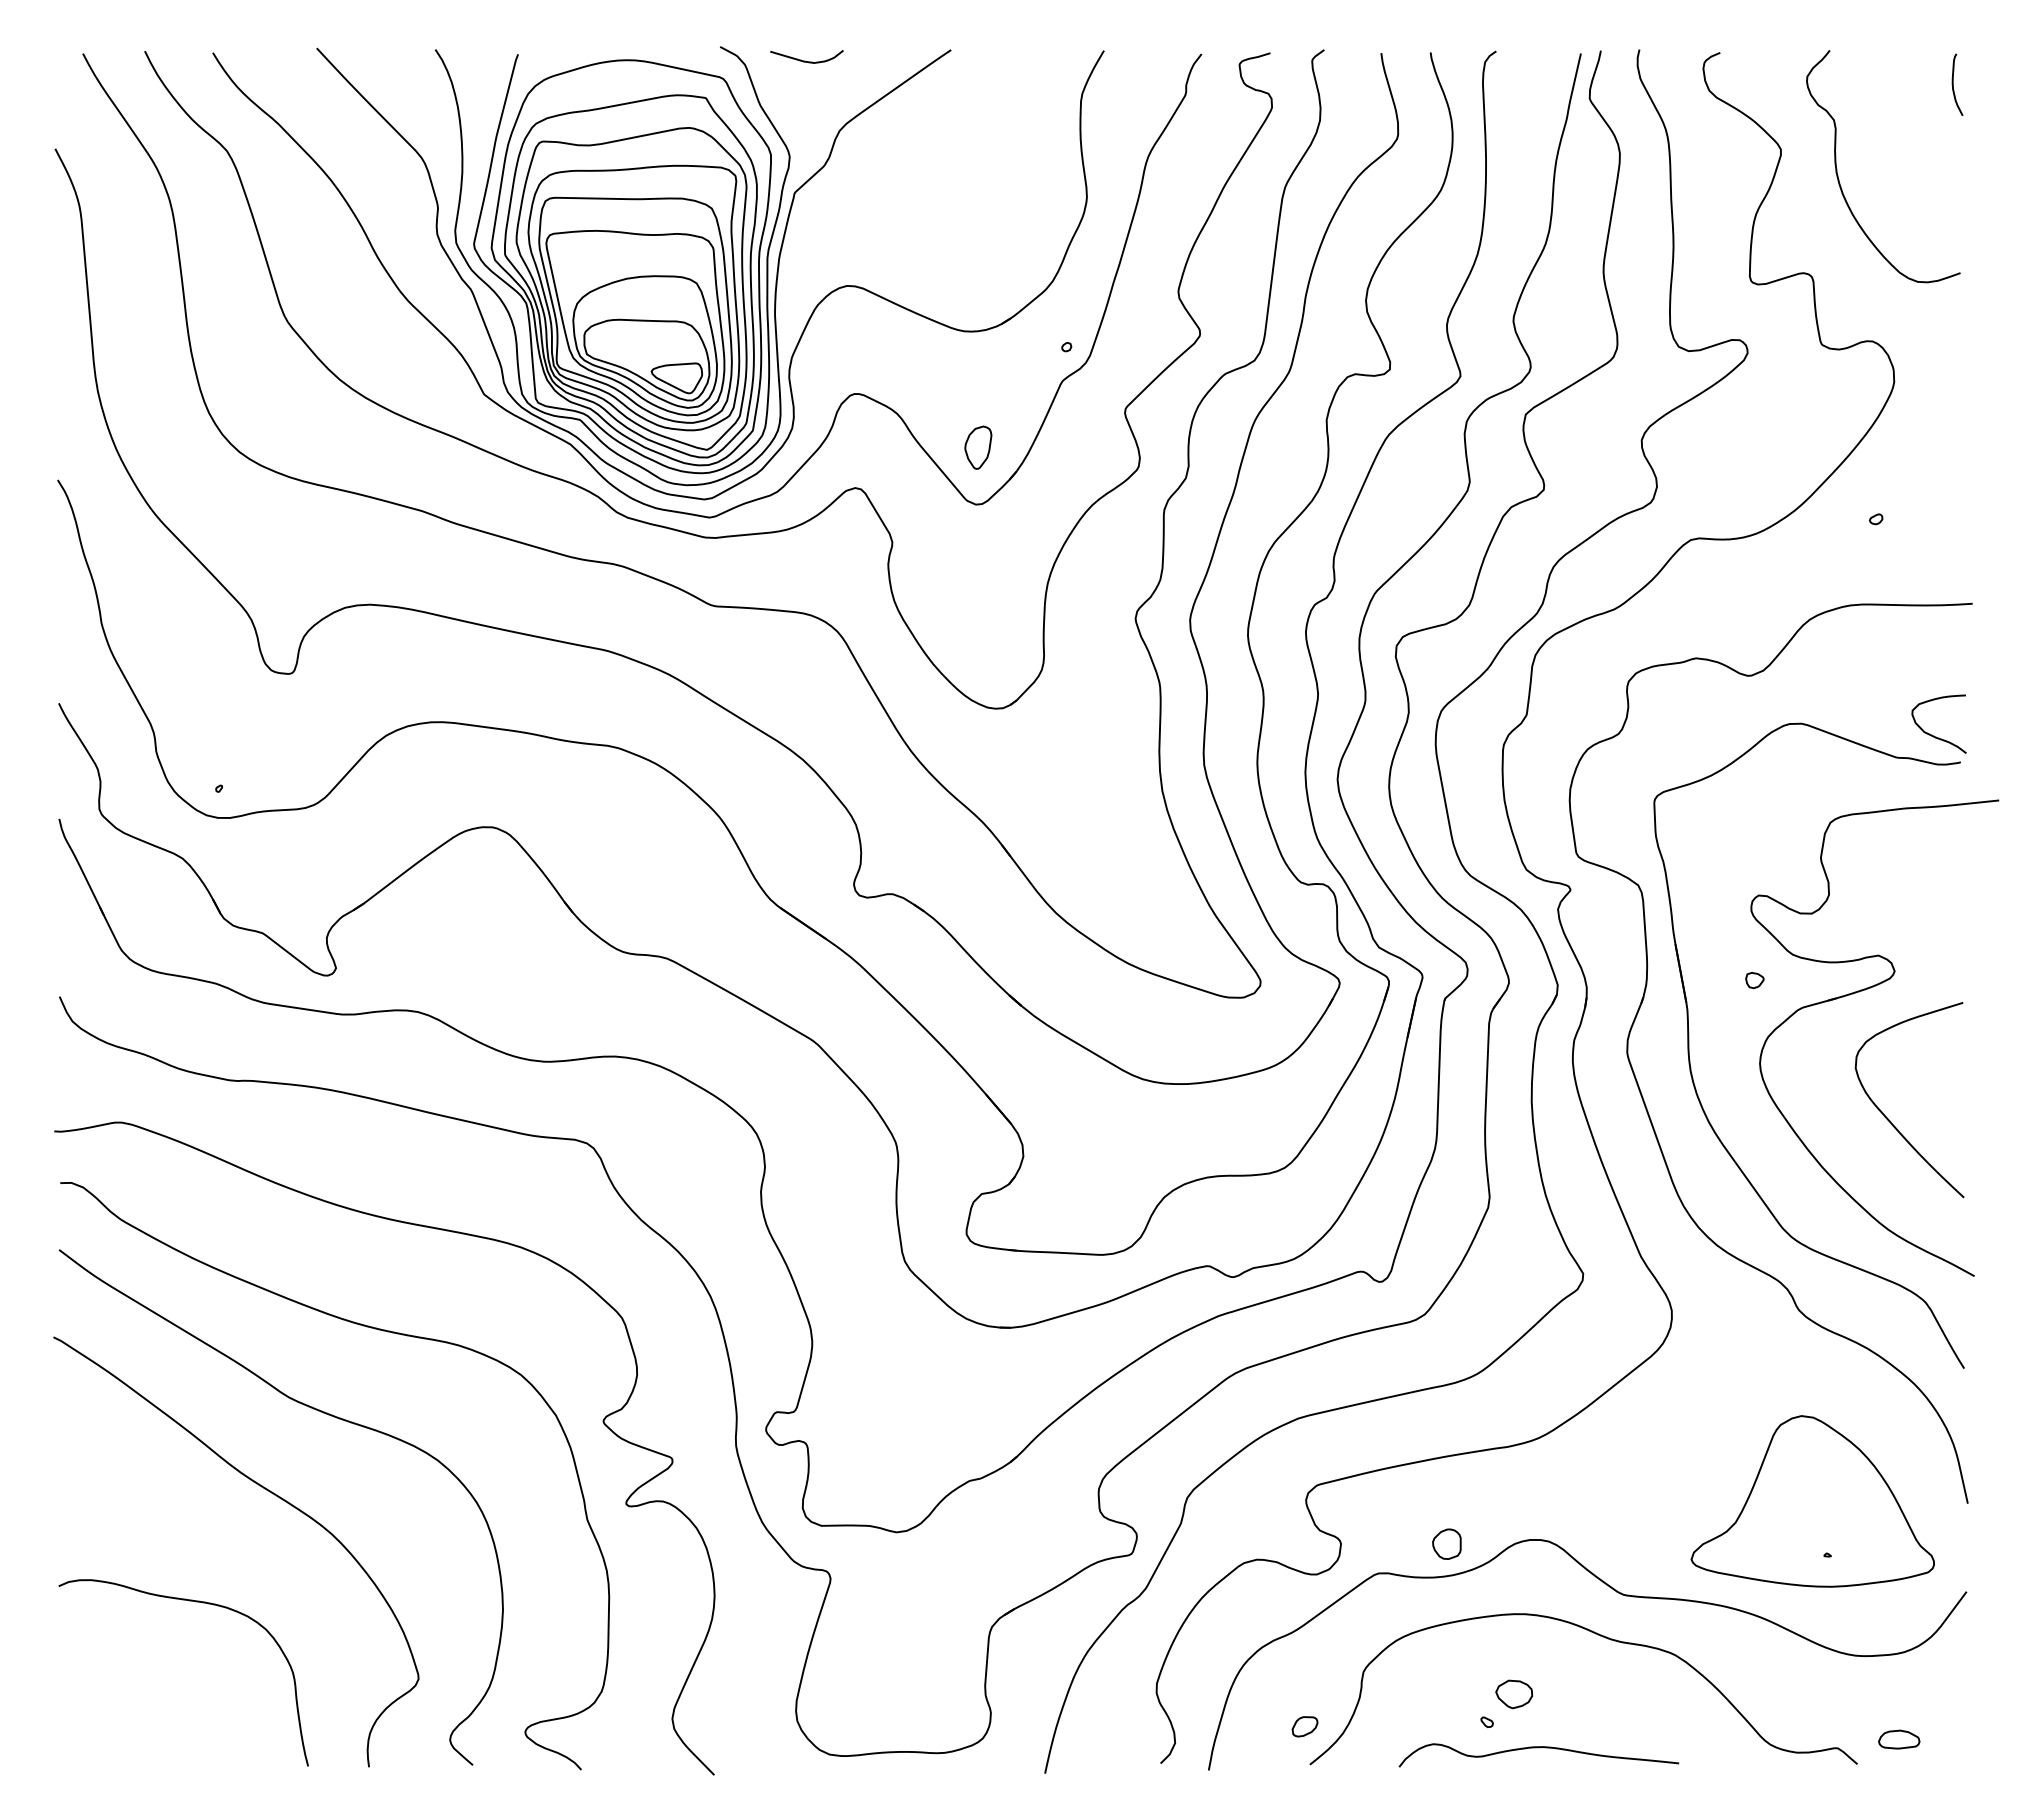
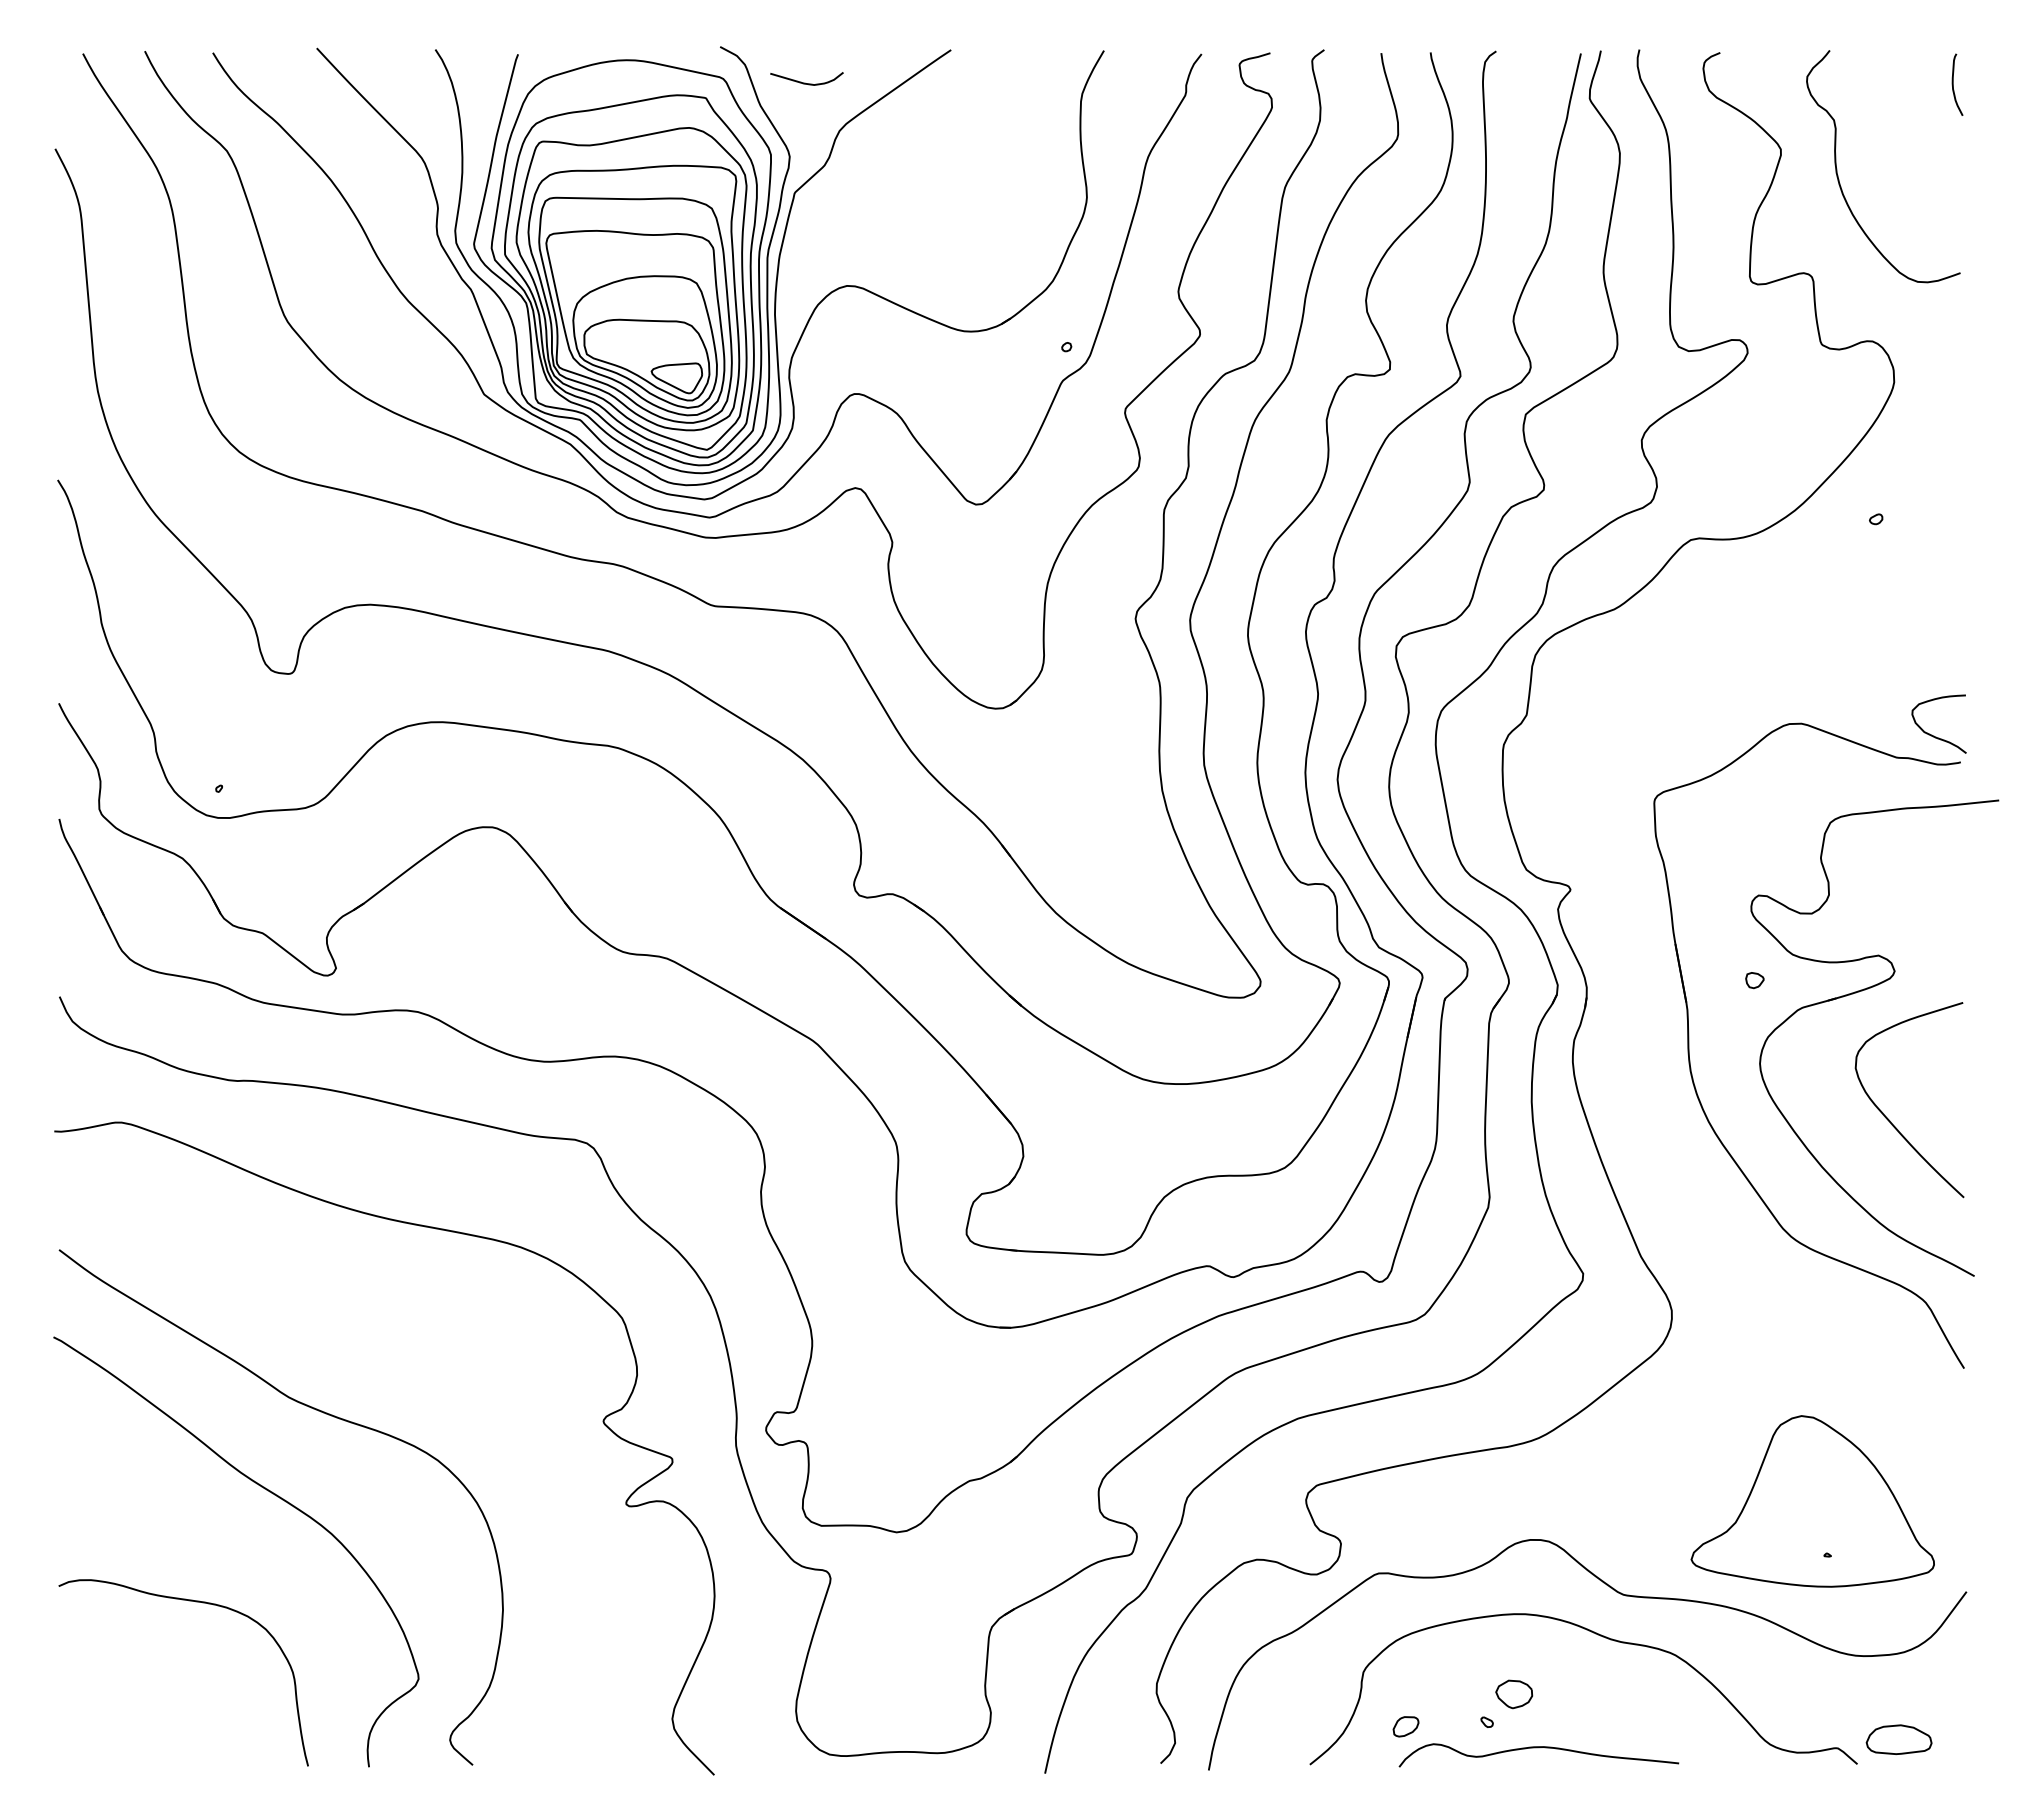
curve at (805, 60) position: (805, 60) -> (805, 82)
part at (978, 447): present -> none
part at (1645, 1102): present -> none
curve at (370, 1328): present -> none
part at (1446, 1543): present -> none
part at (1304, 1726) position: (1304, 1726) -> (1405, 1726)
part at (1899, 1739) size: 43x21 px -> 68x31 px
